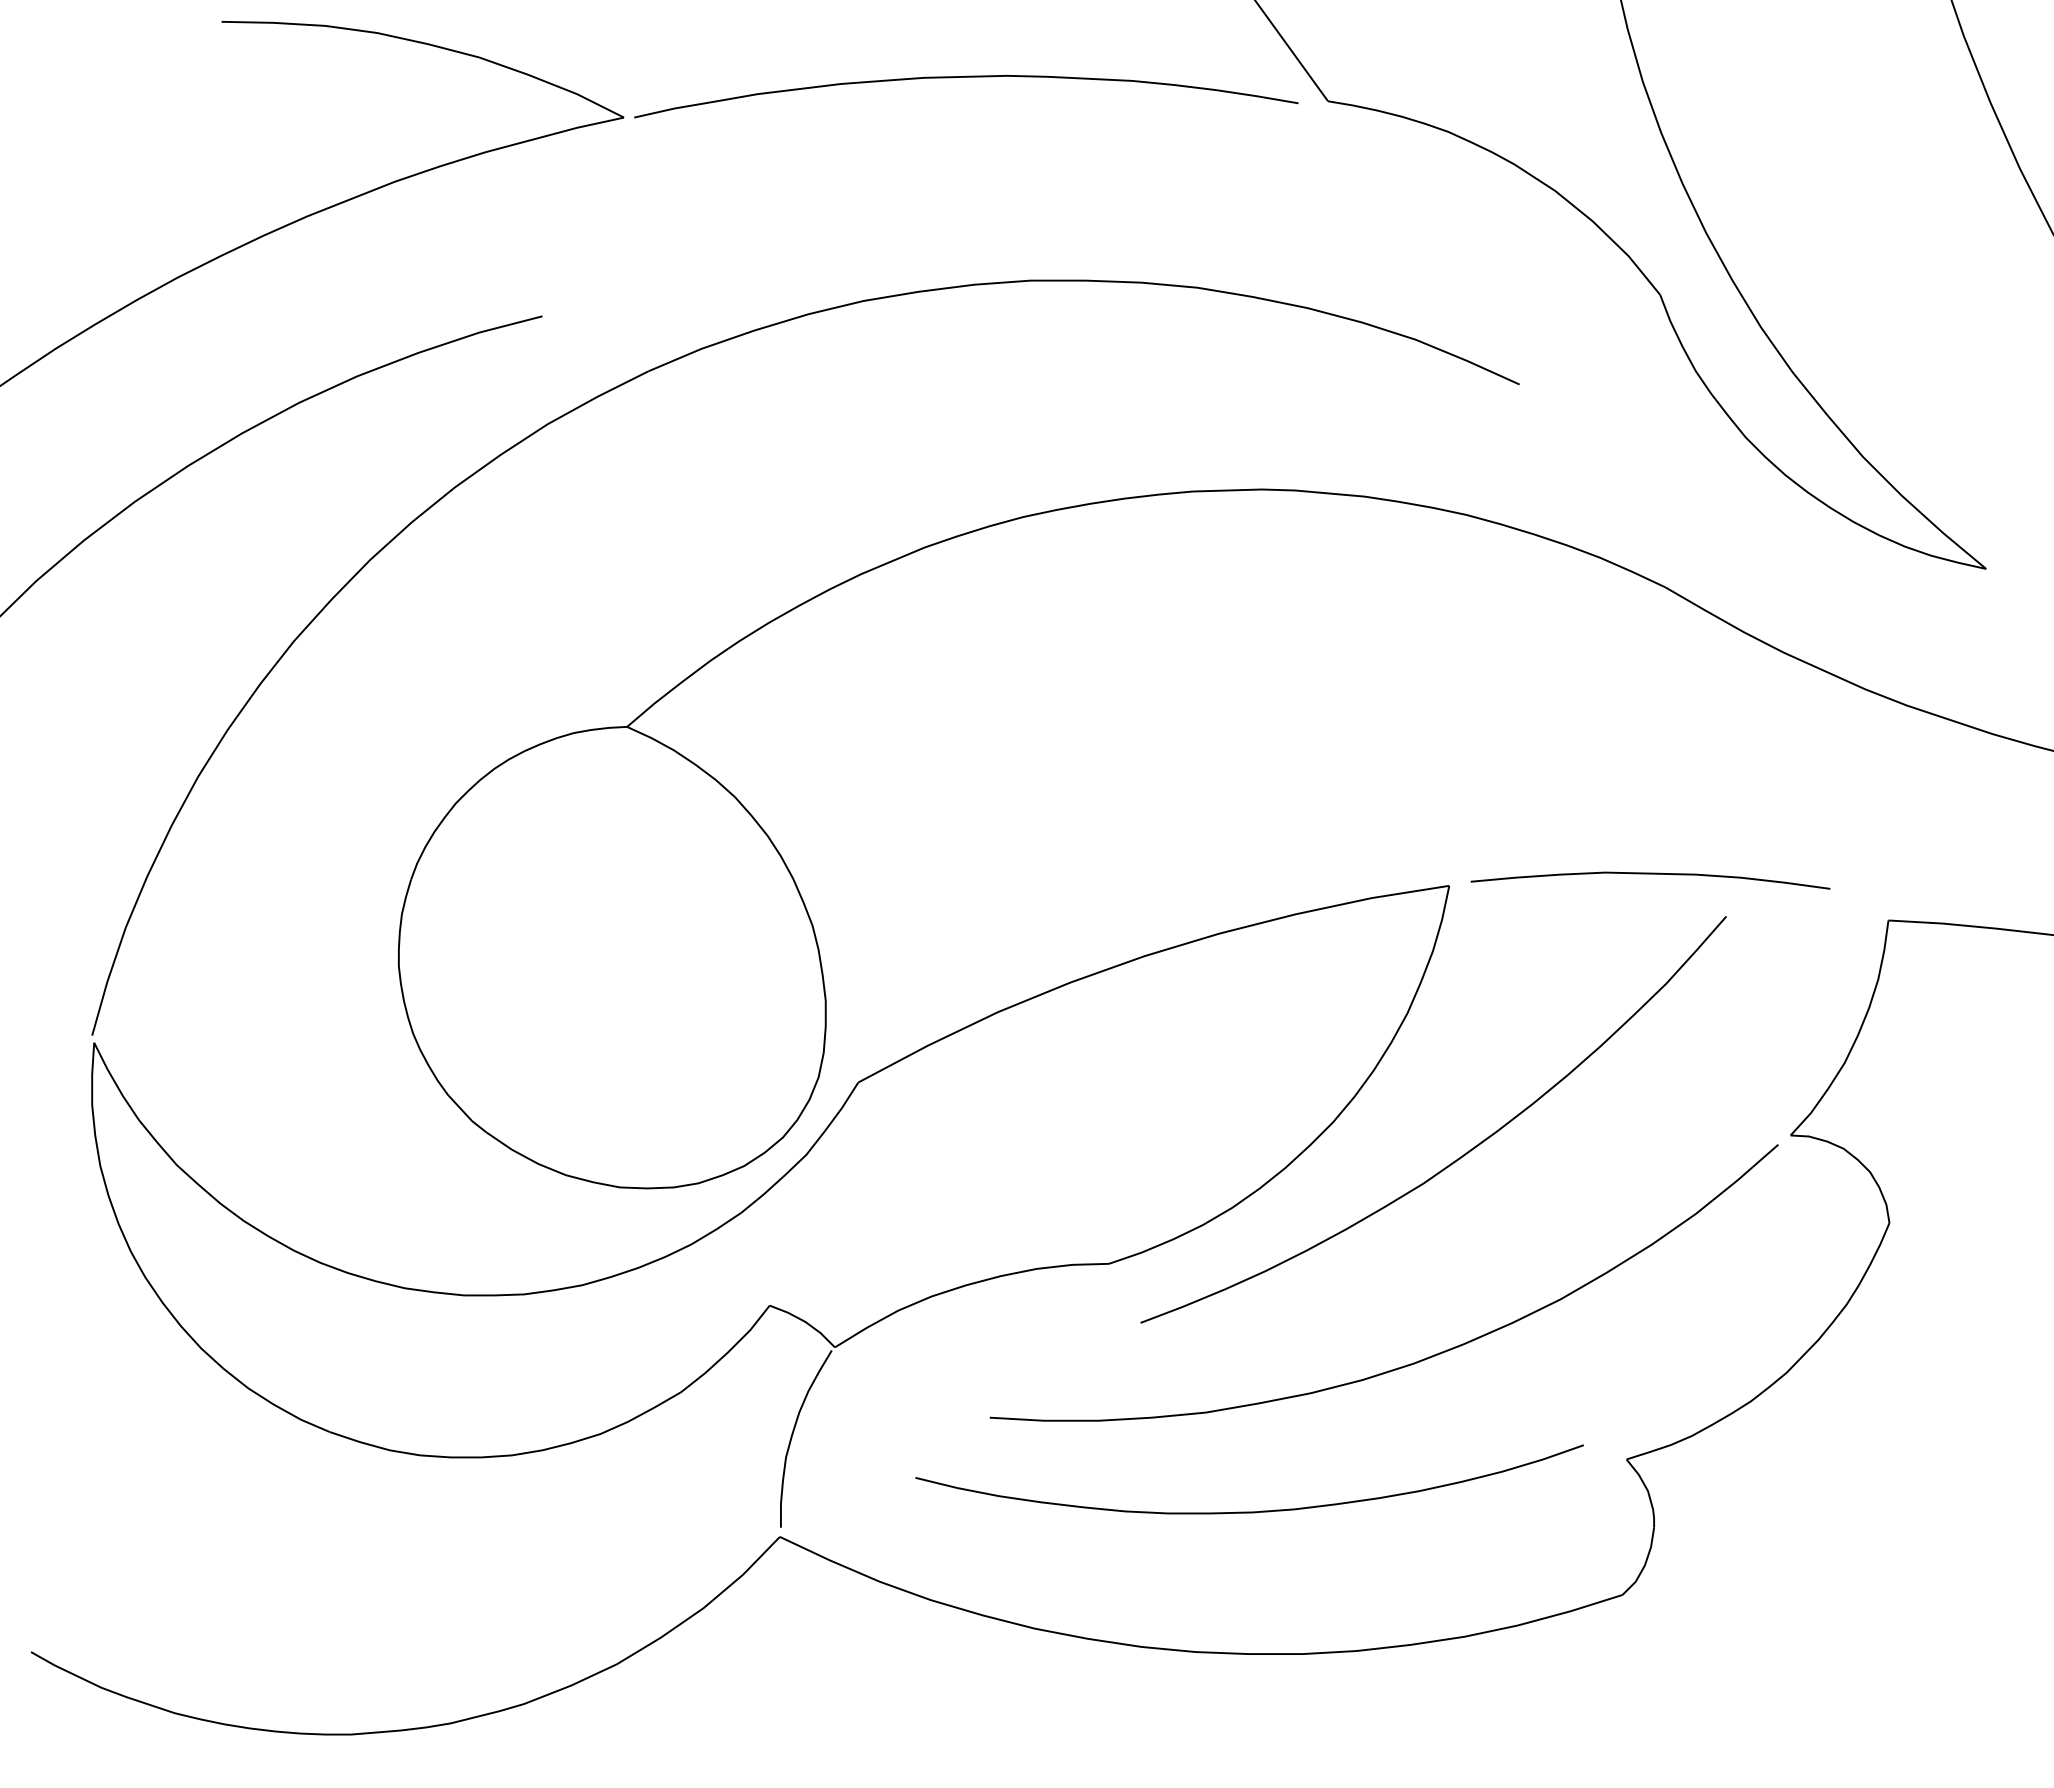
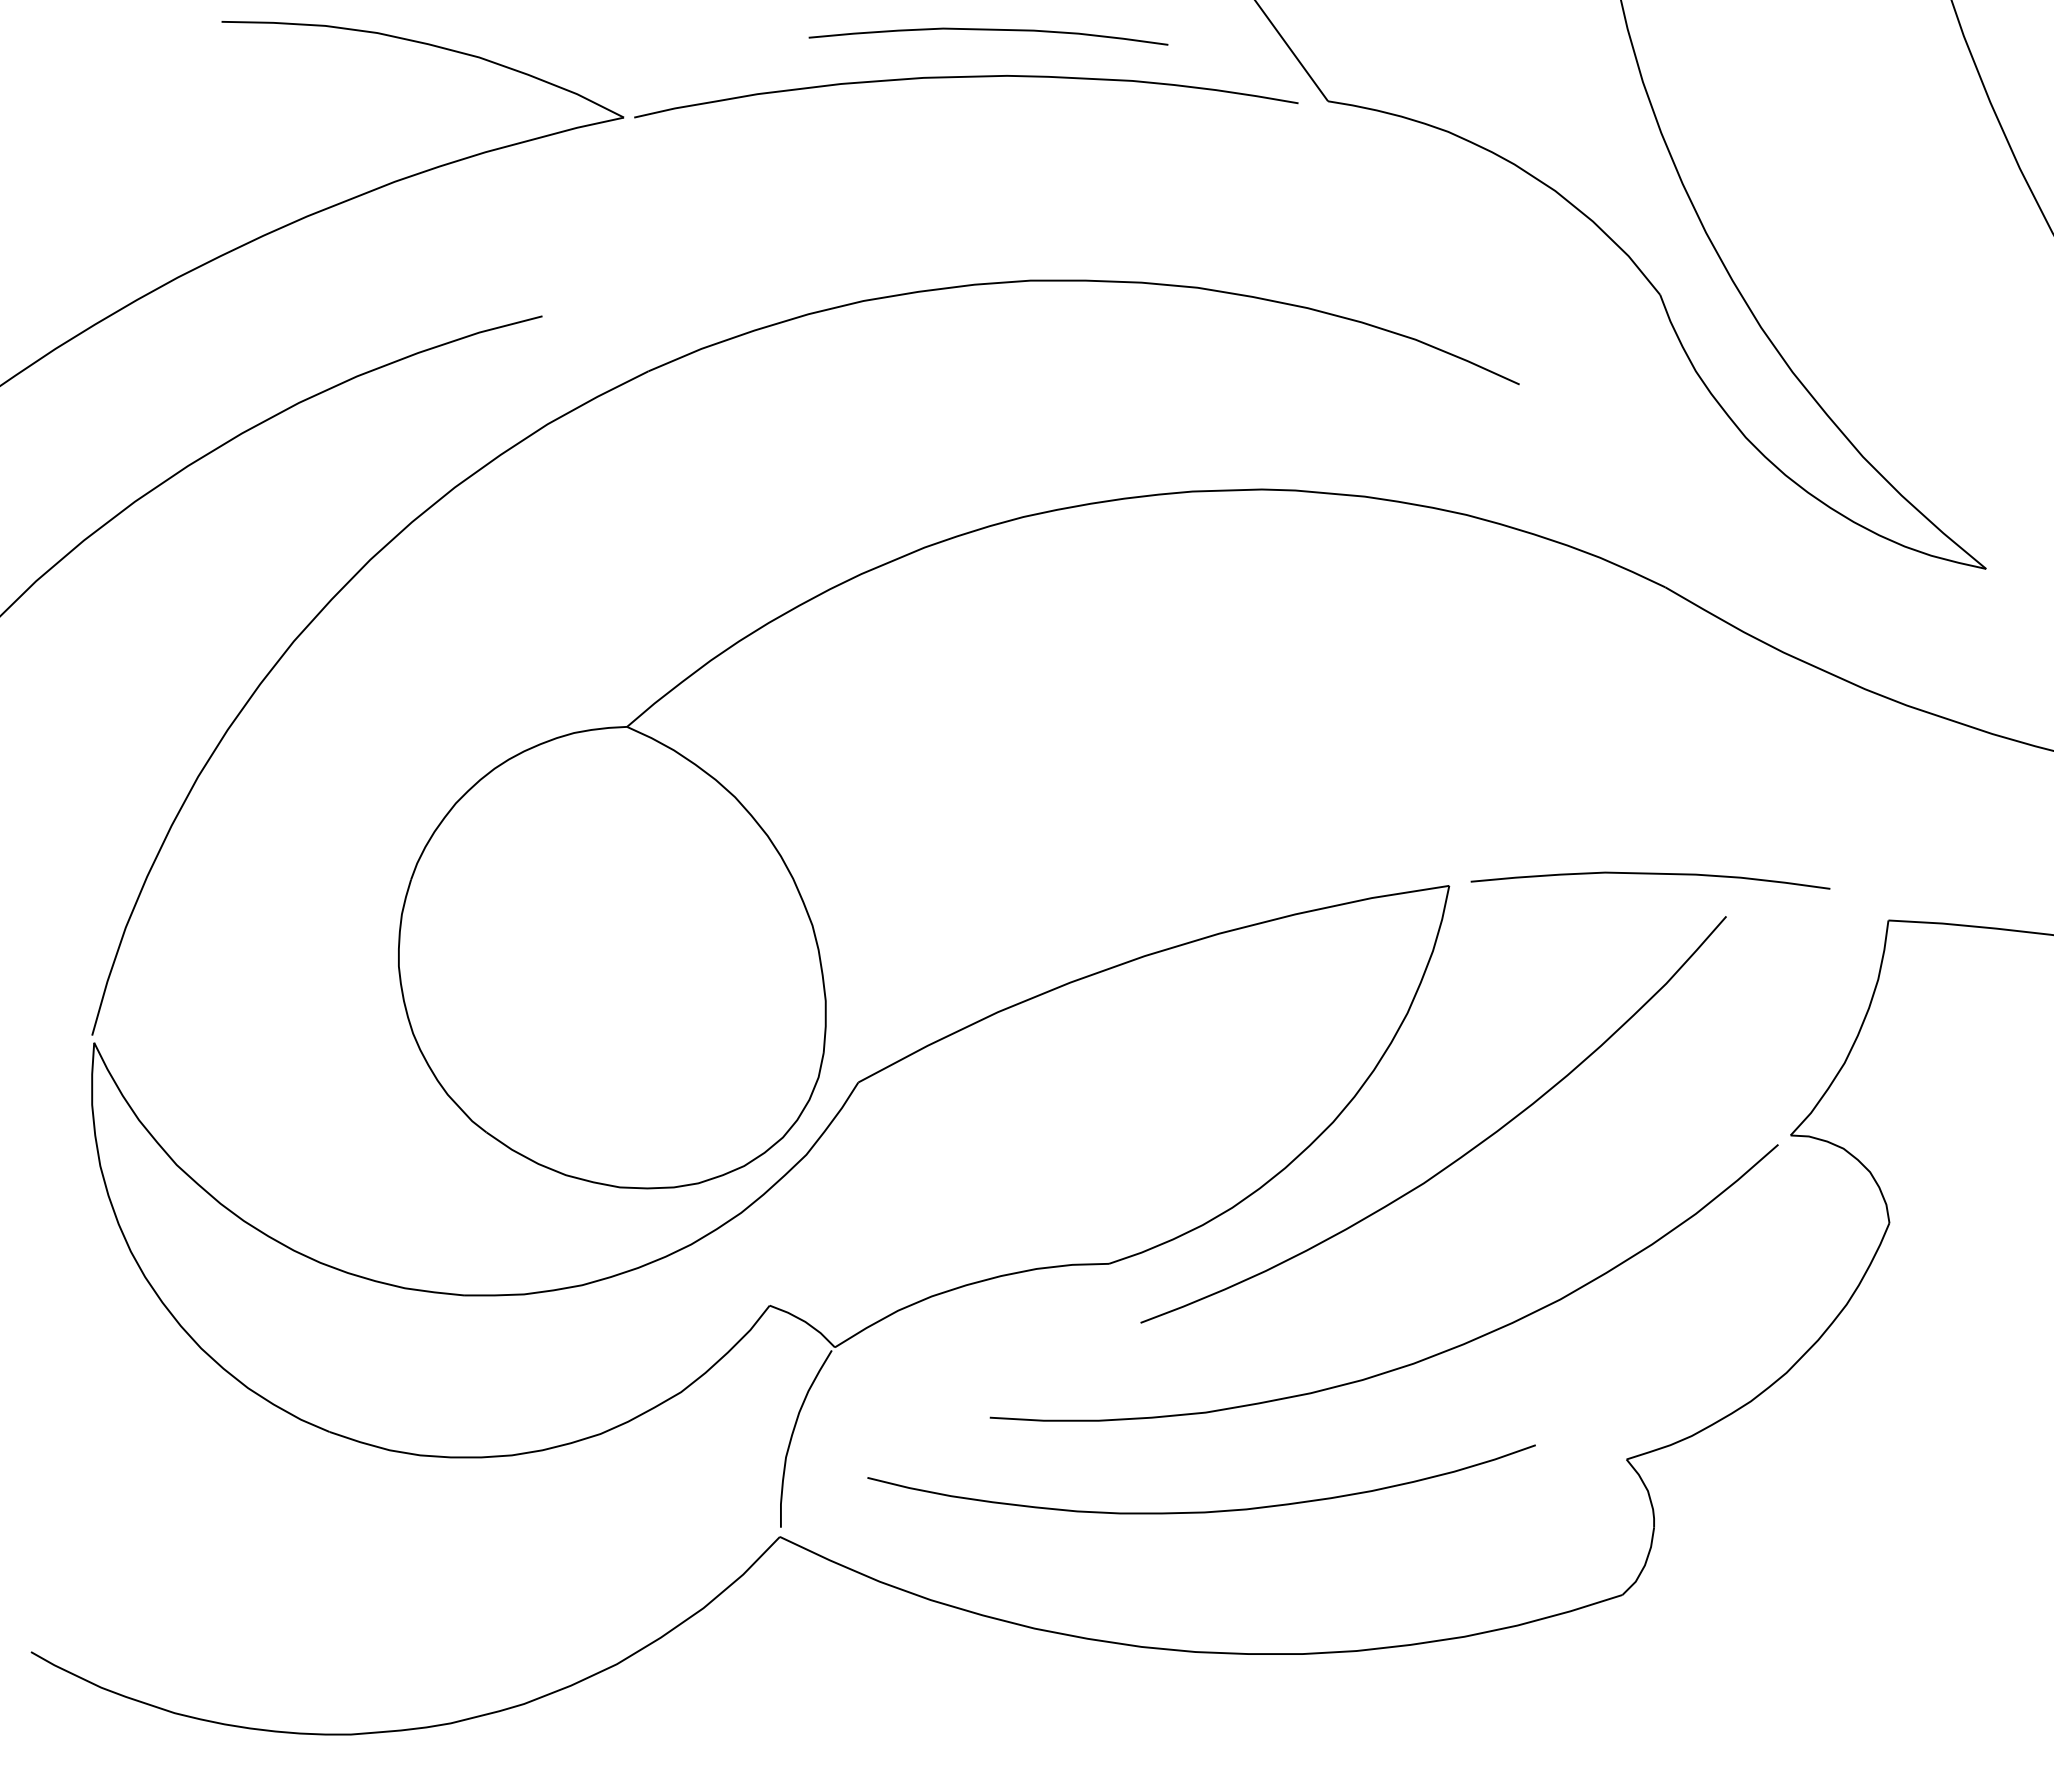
curve at (988, 30): none -> present
curve at (1249, 1511) position: (1249, 1511) -> (1201, 1511)
